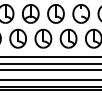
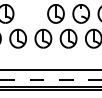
part at (30, 13): present -> none
line at (50, 56): present -> none
line at (50, 63): present -> none
line at (50, 79): solid -> dashed
